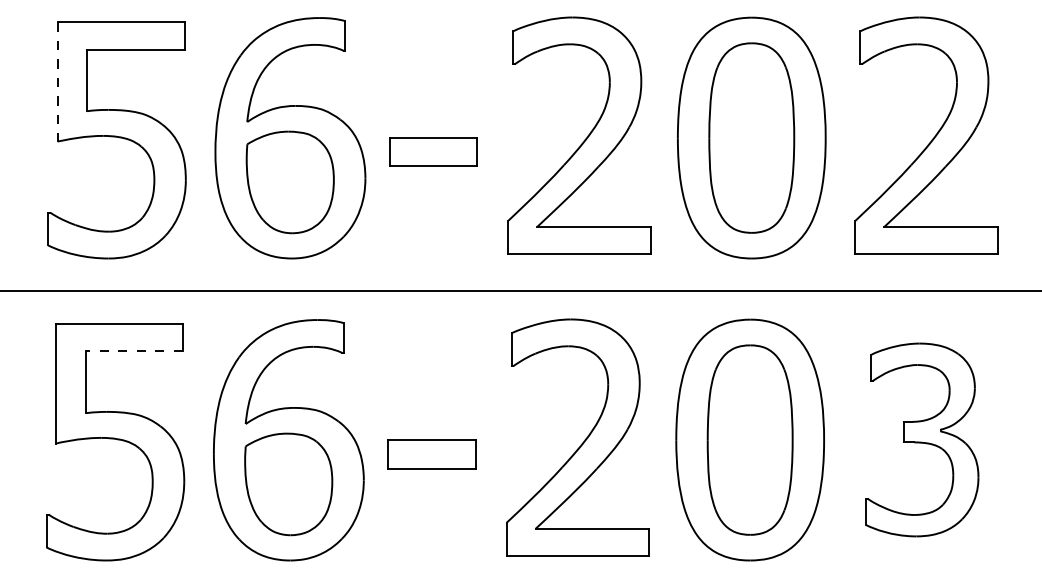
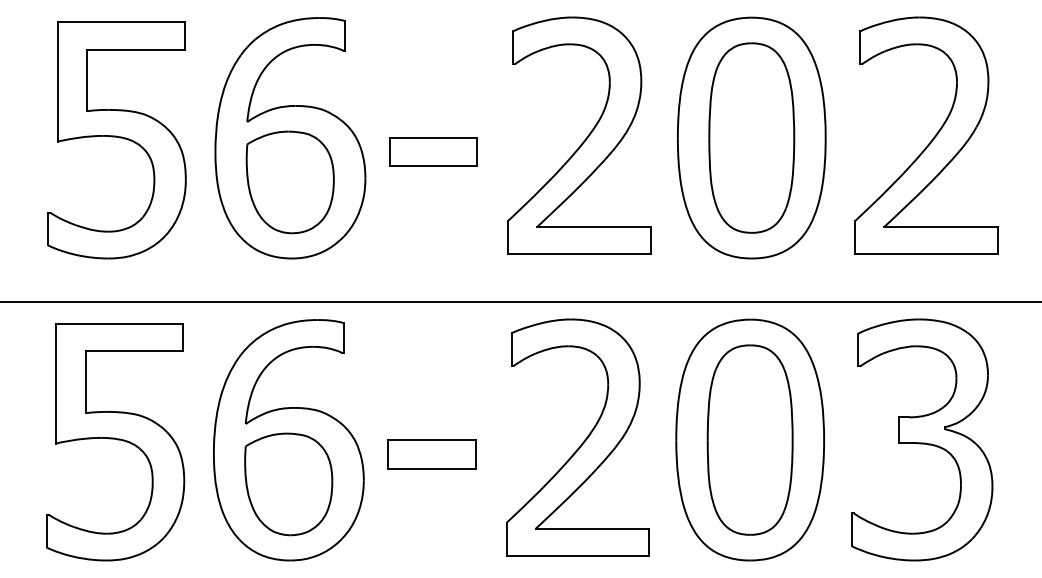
line at (57, 81): dashed -> solid
line at (520, 290) position: (520, 290) -> (520, 301)
line at (134, 351): dashed -> solid
part at (922, 439) size: 115x196 px -> 143x244 px
